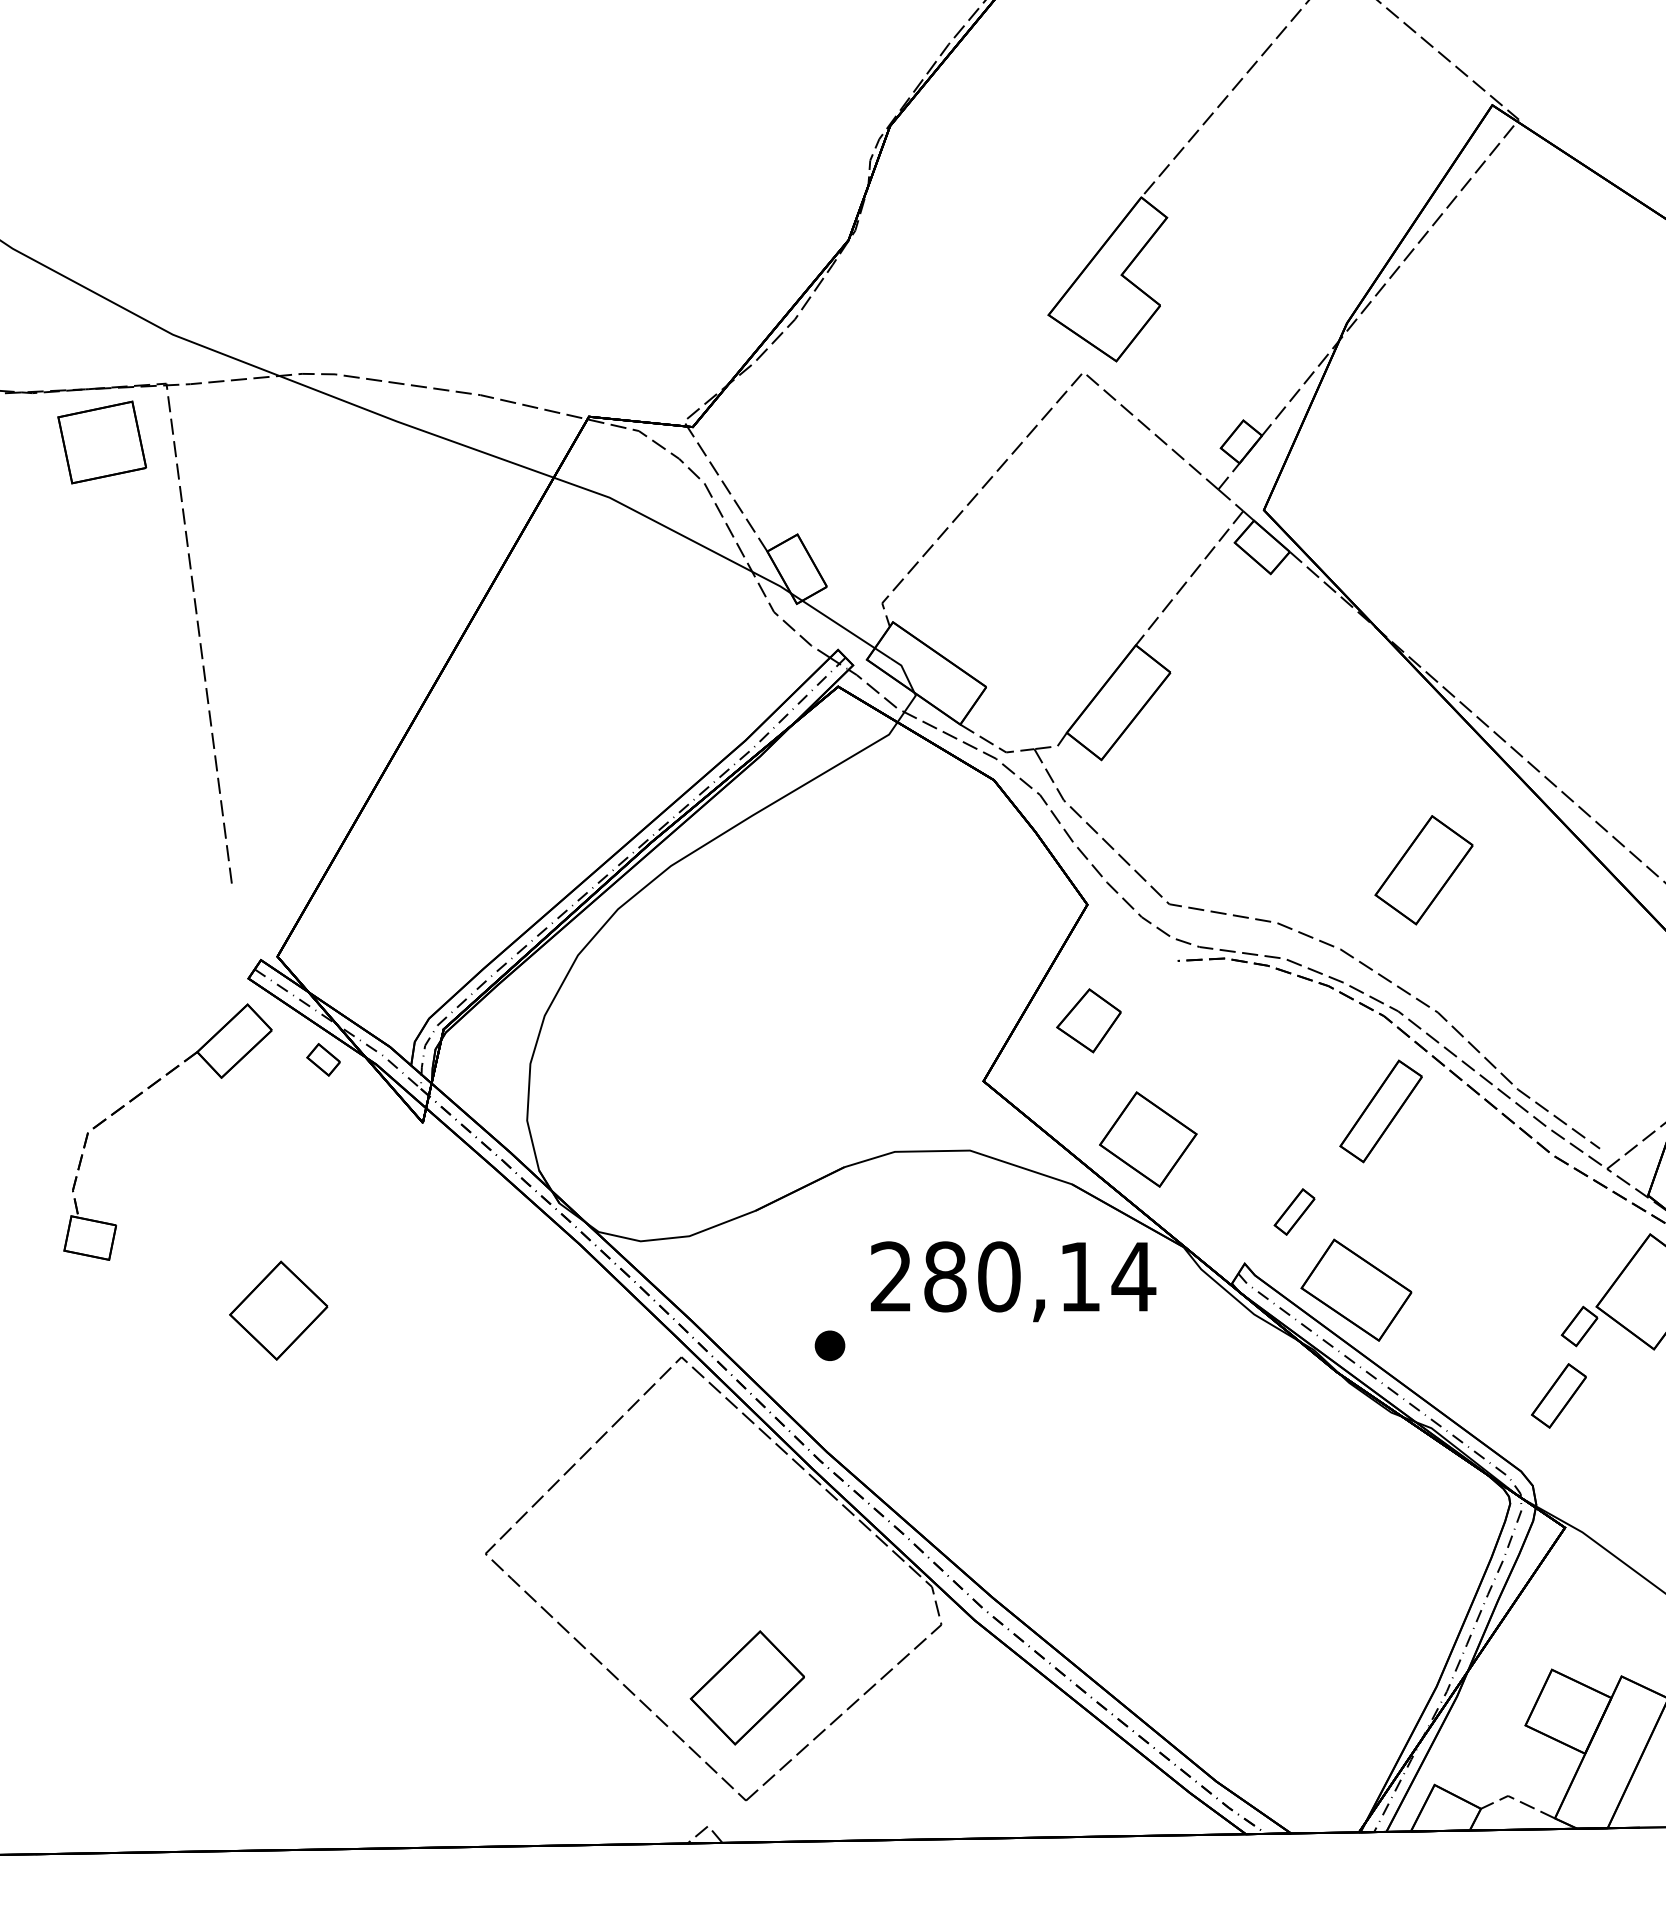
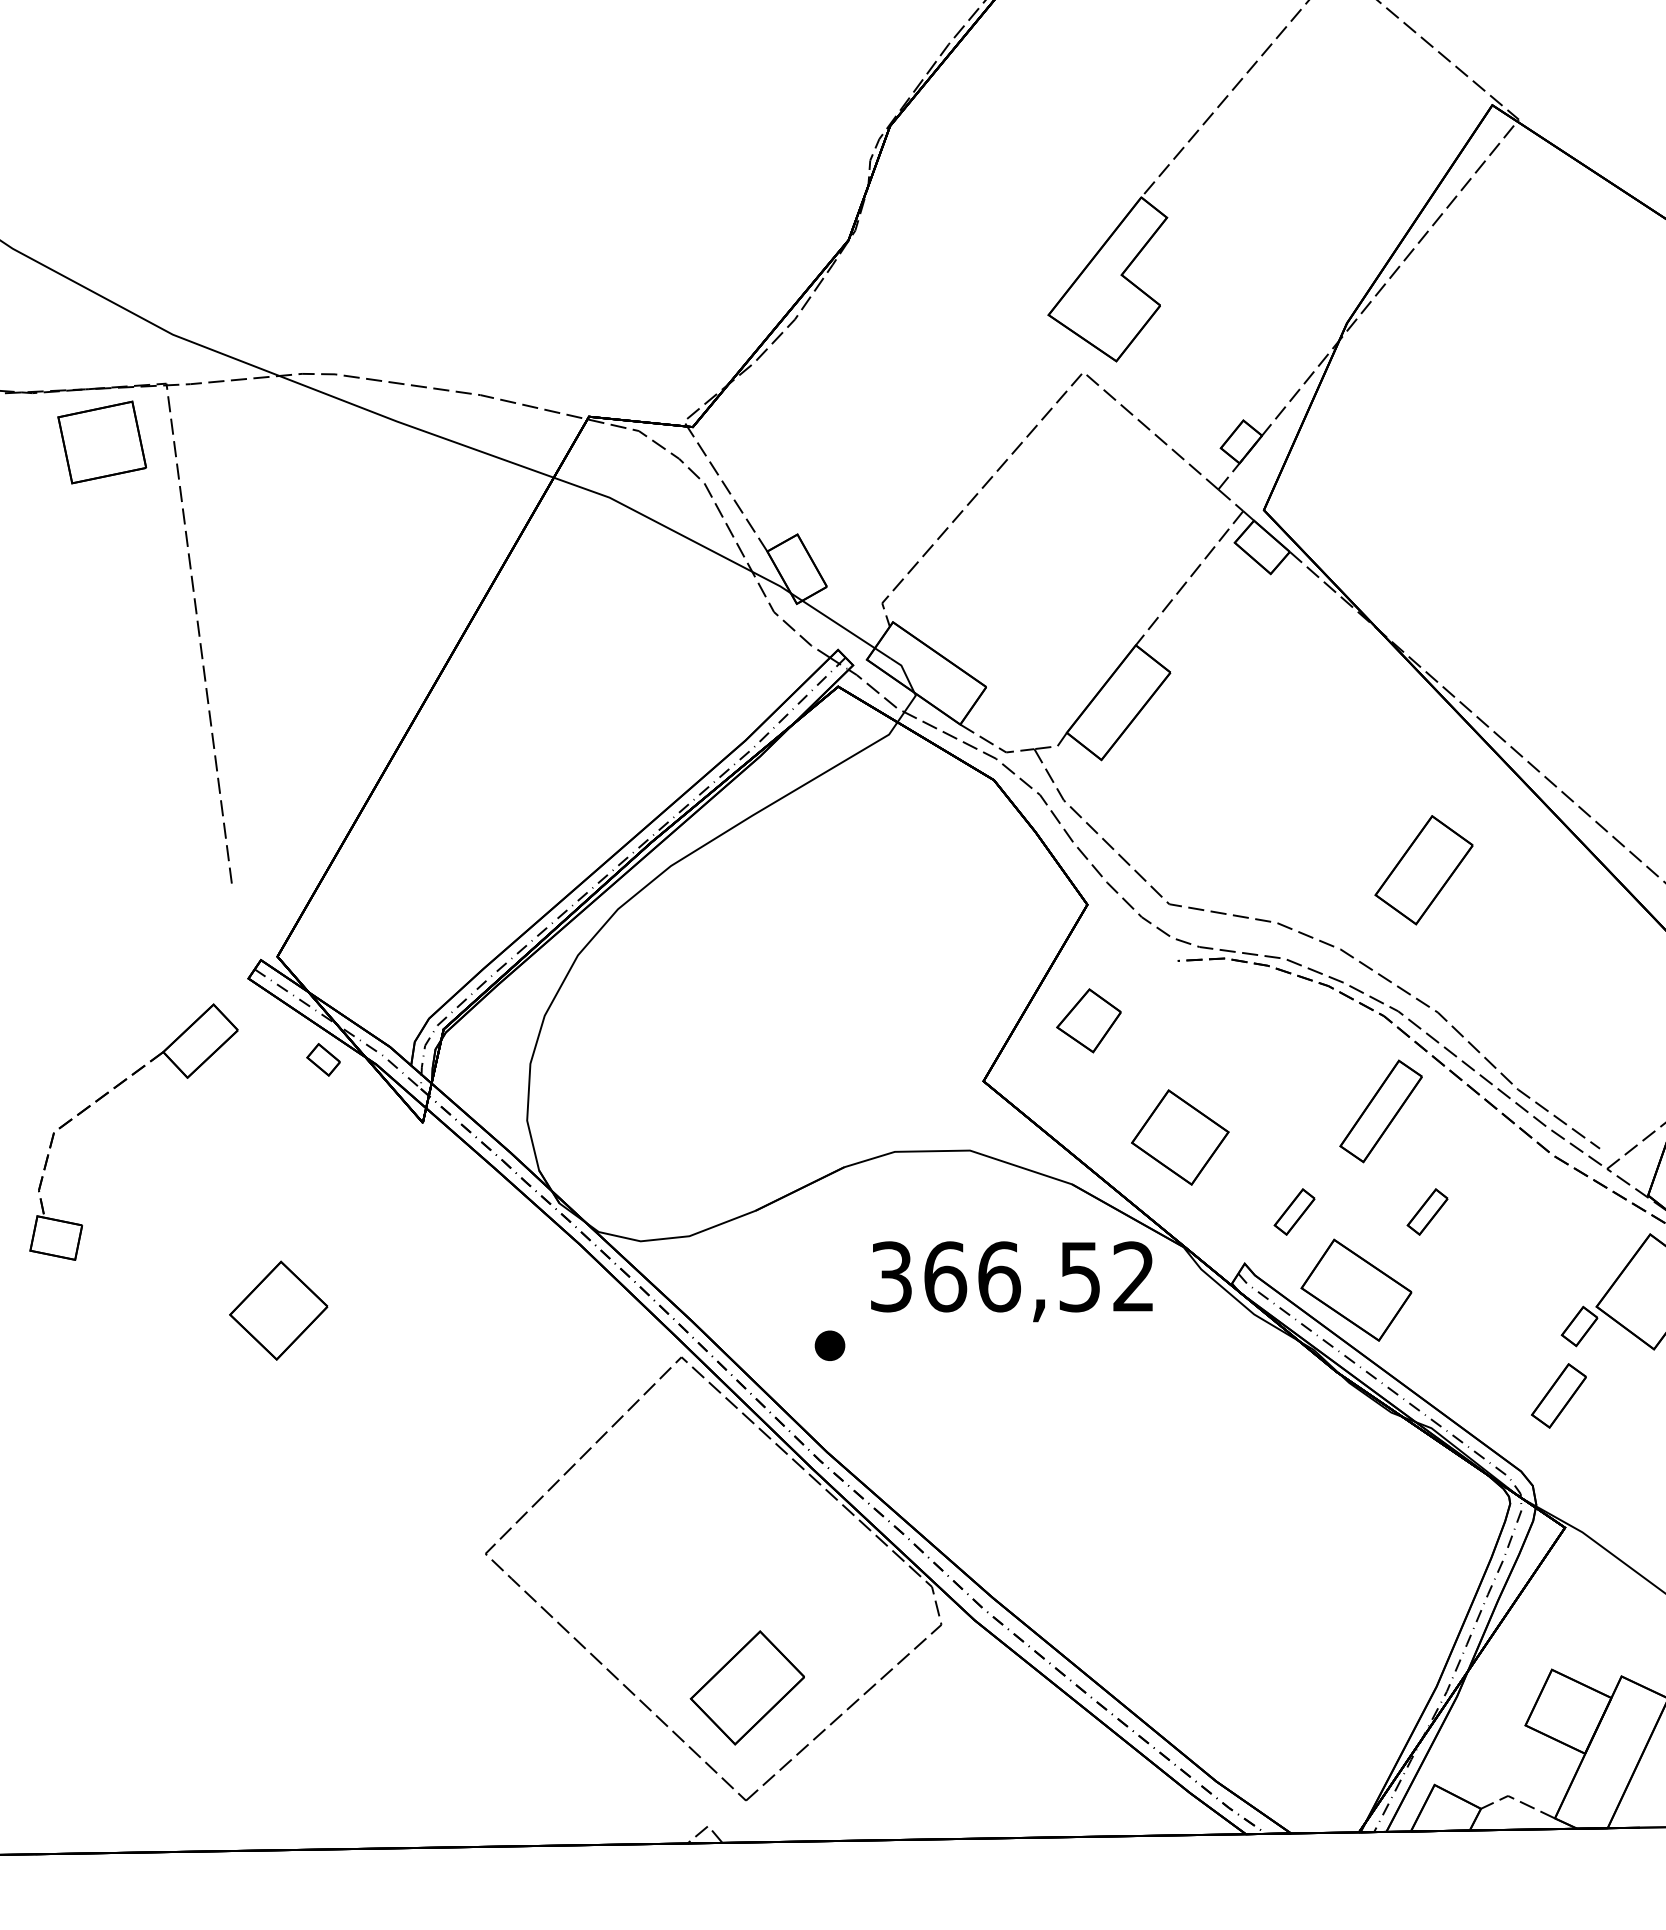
part at (140, 1095) position: (140, 1095) -> (106, 1095)
part at (1148, 1139) position: (1148, 1139) -> (1180, 1137)
part at (1427, 1211): none -> present
text at (1013, 1276): 280,14 -> 366,52
